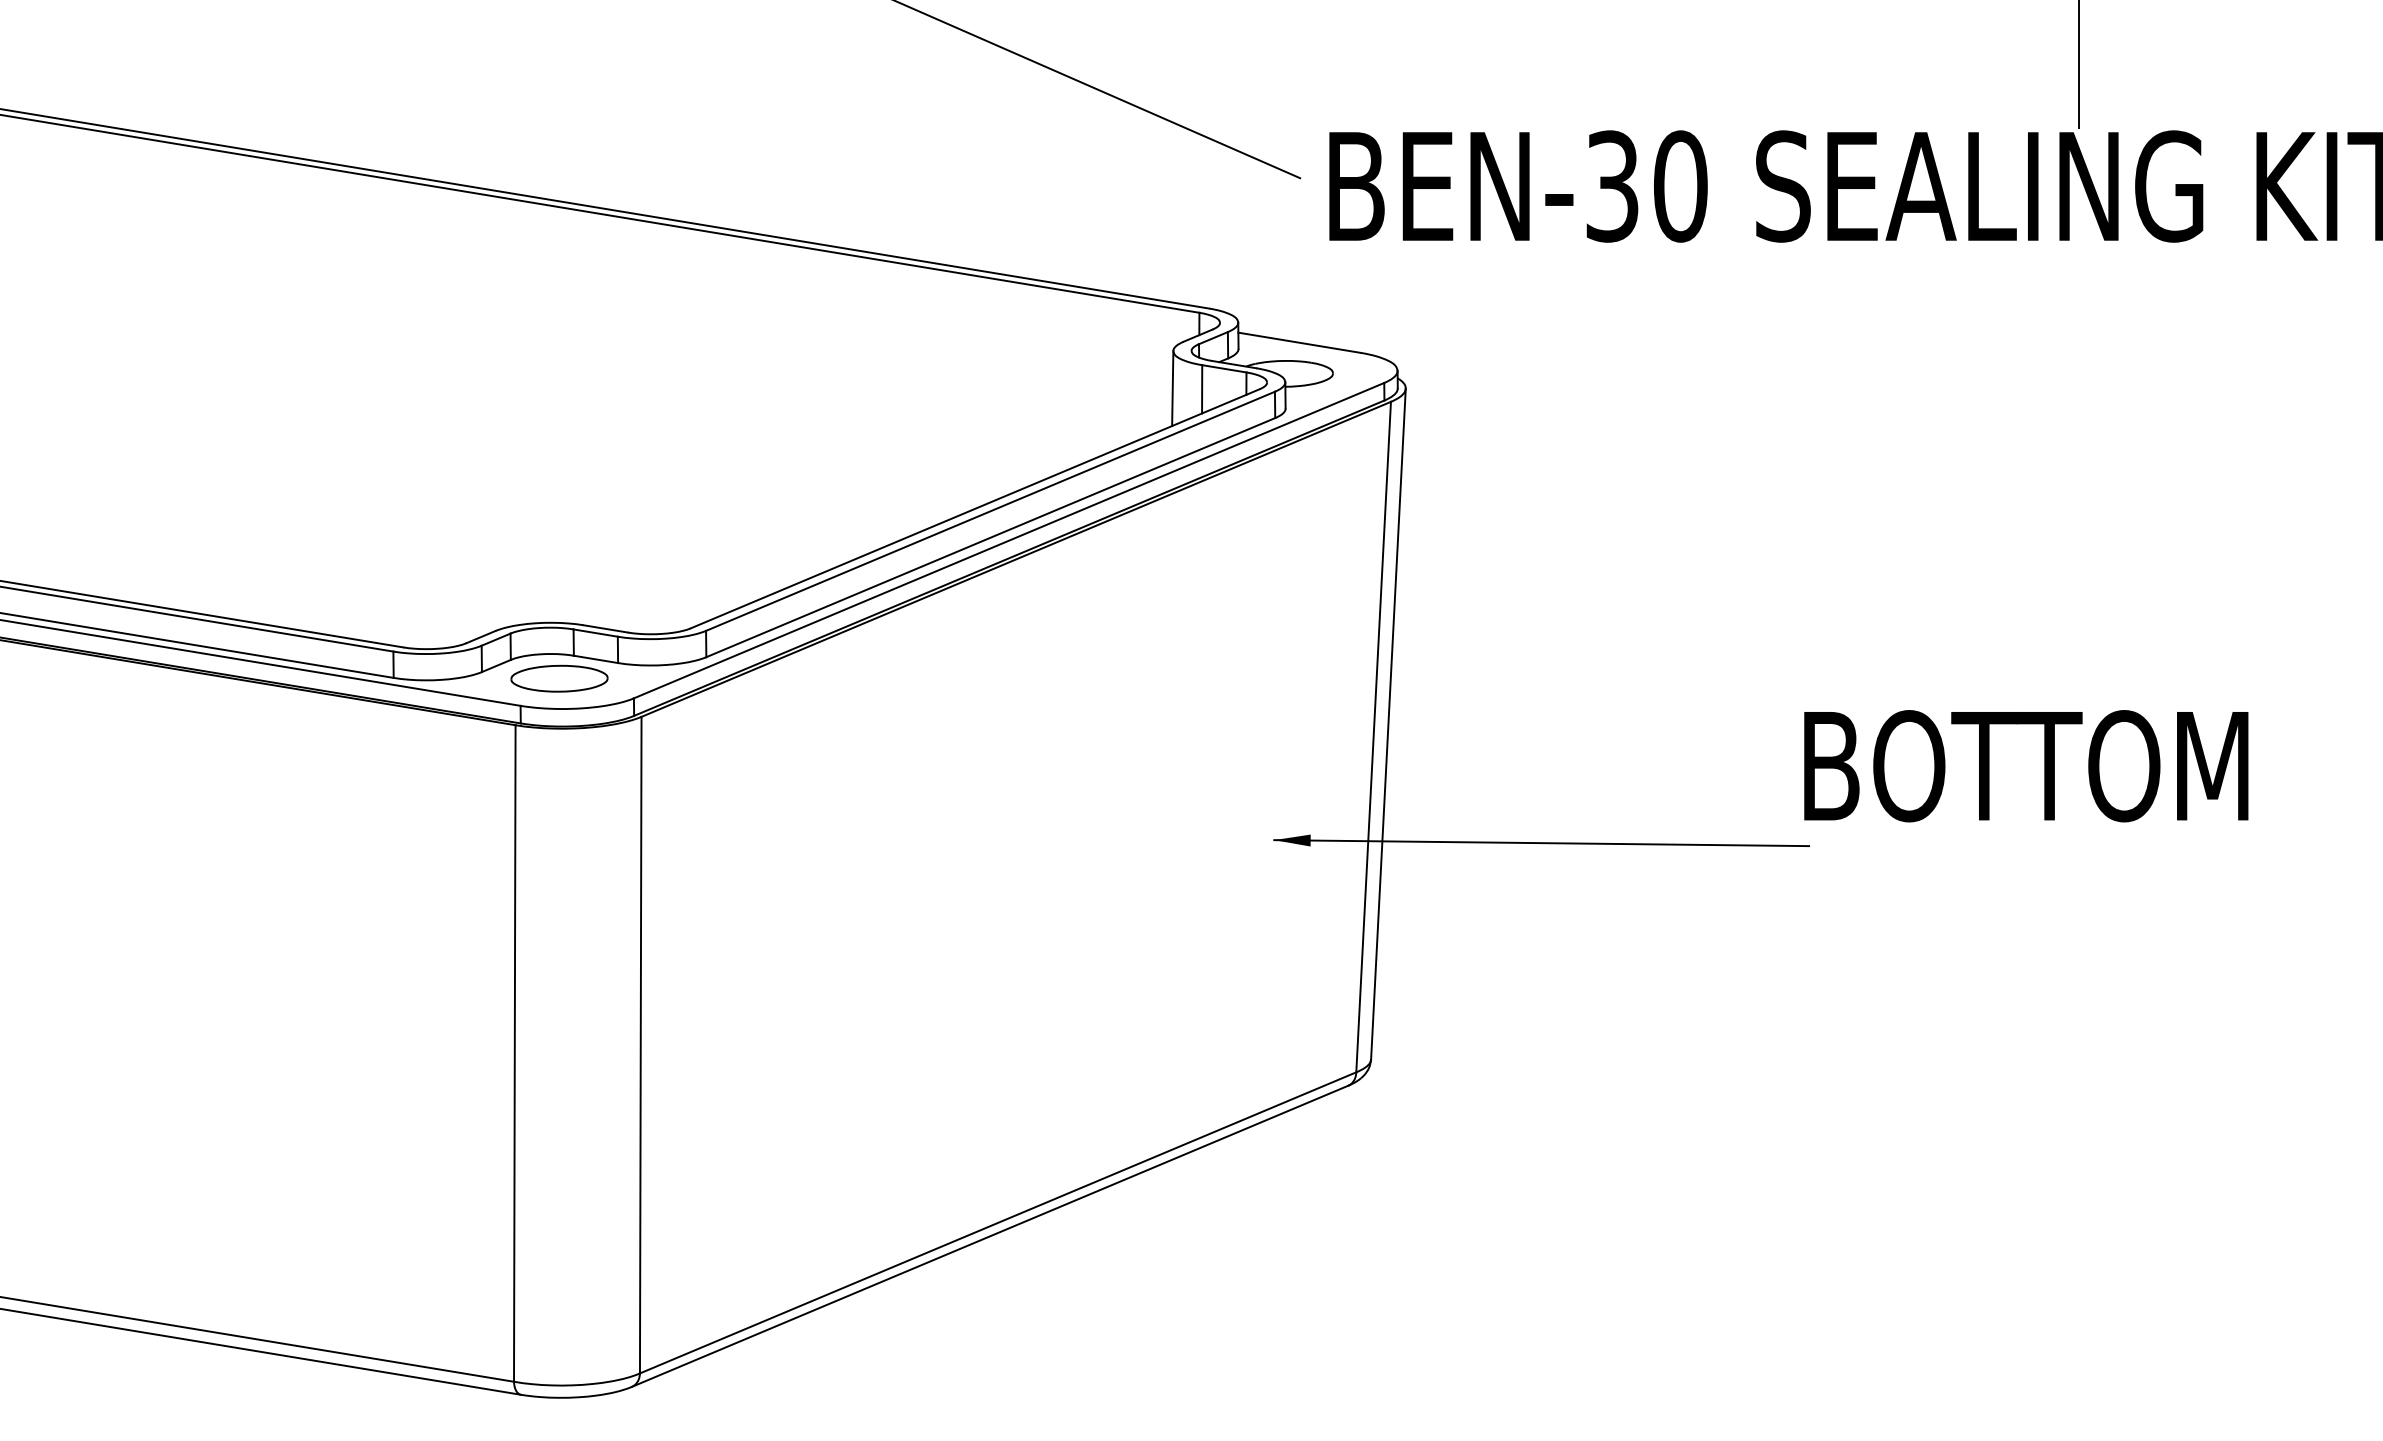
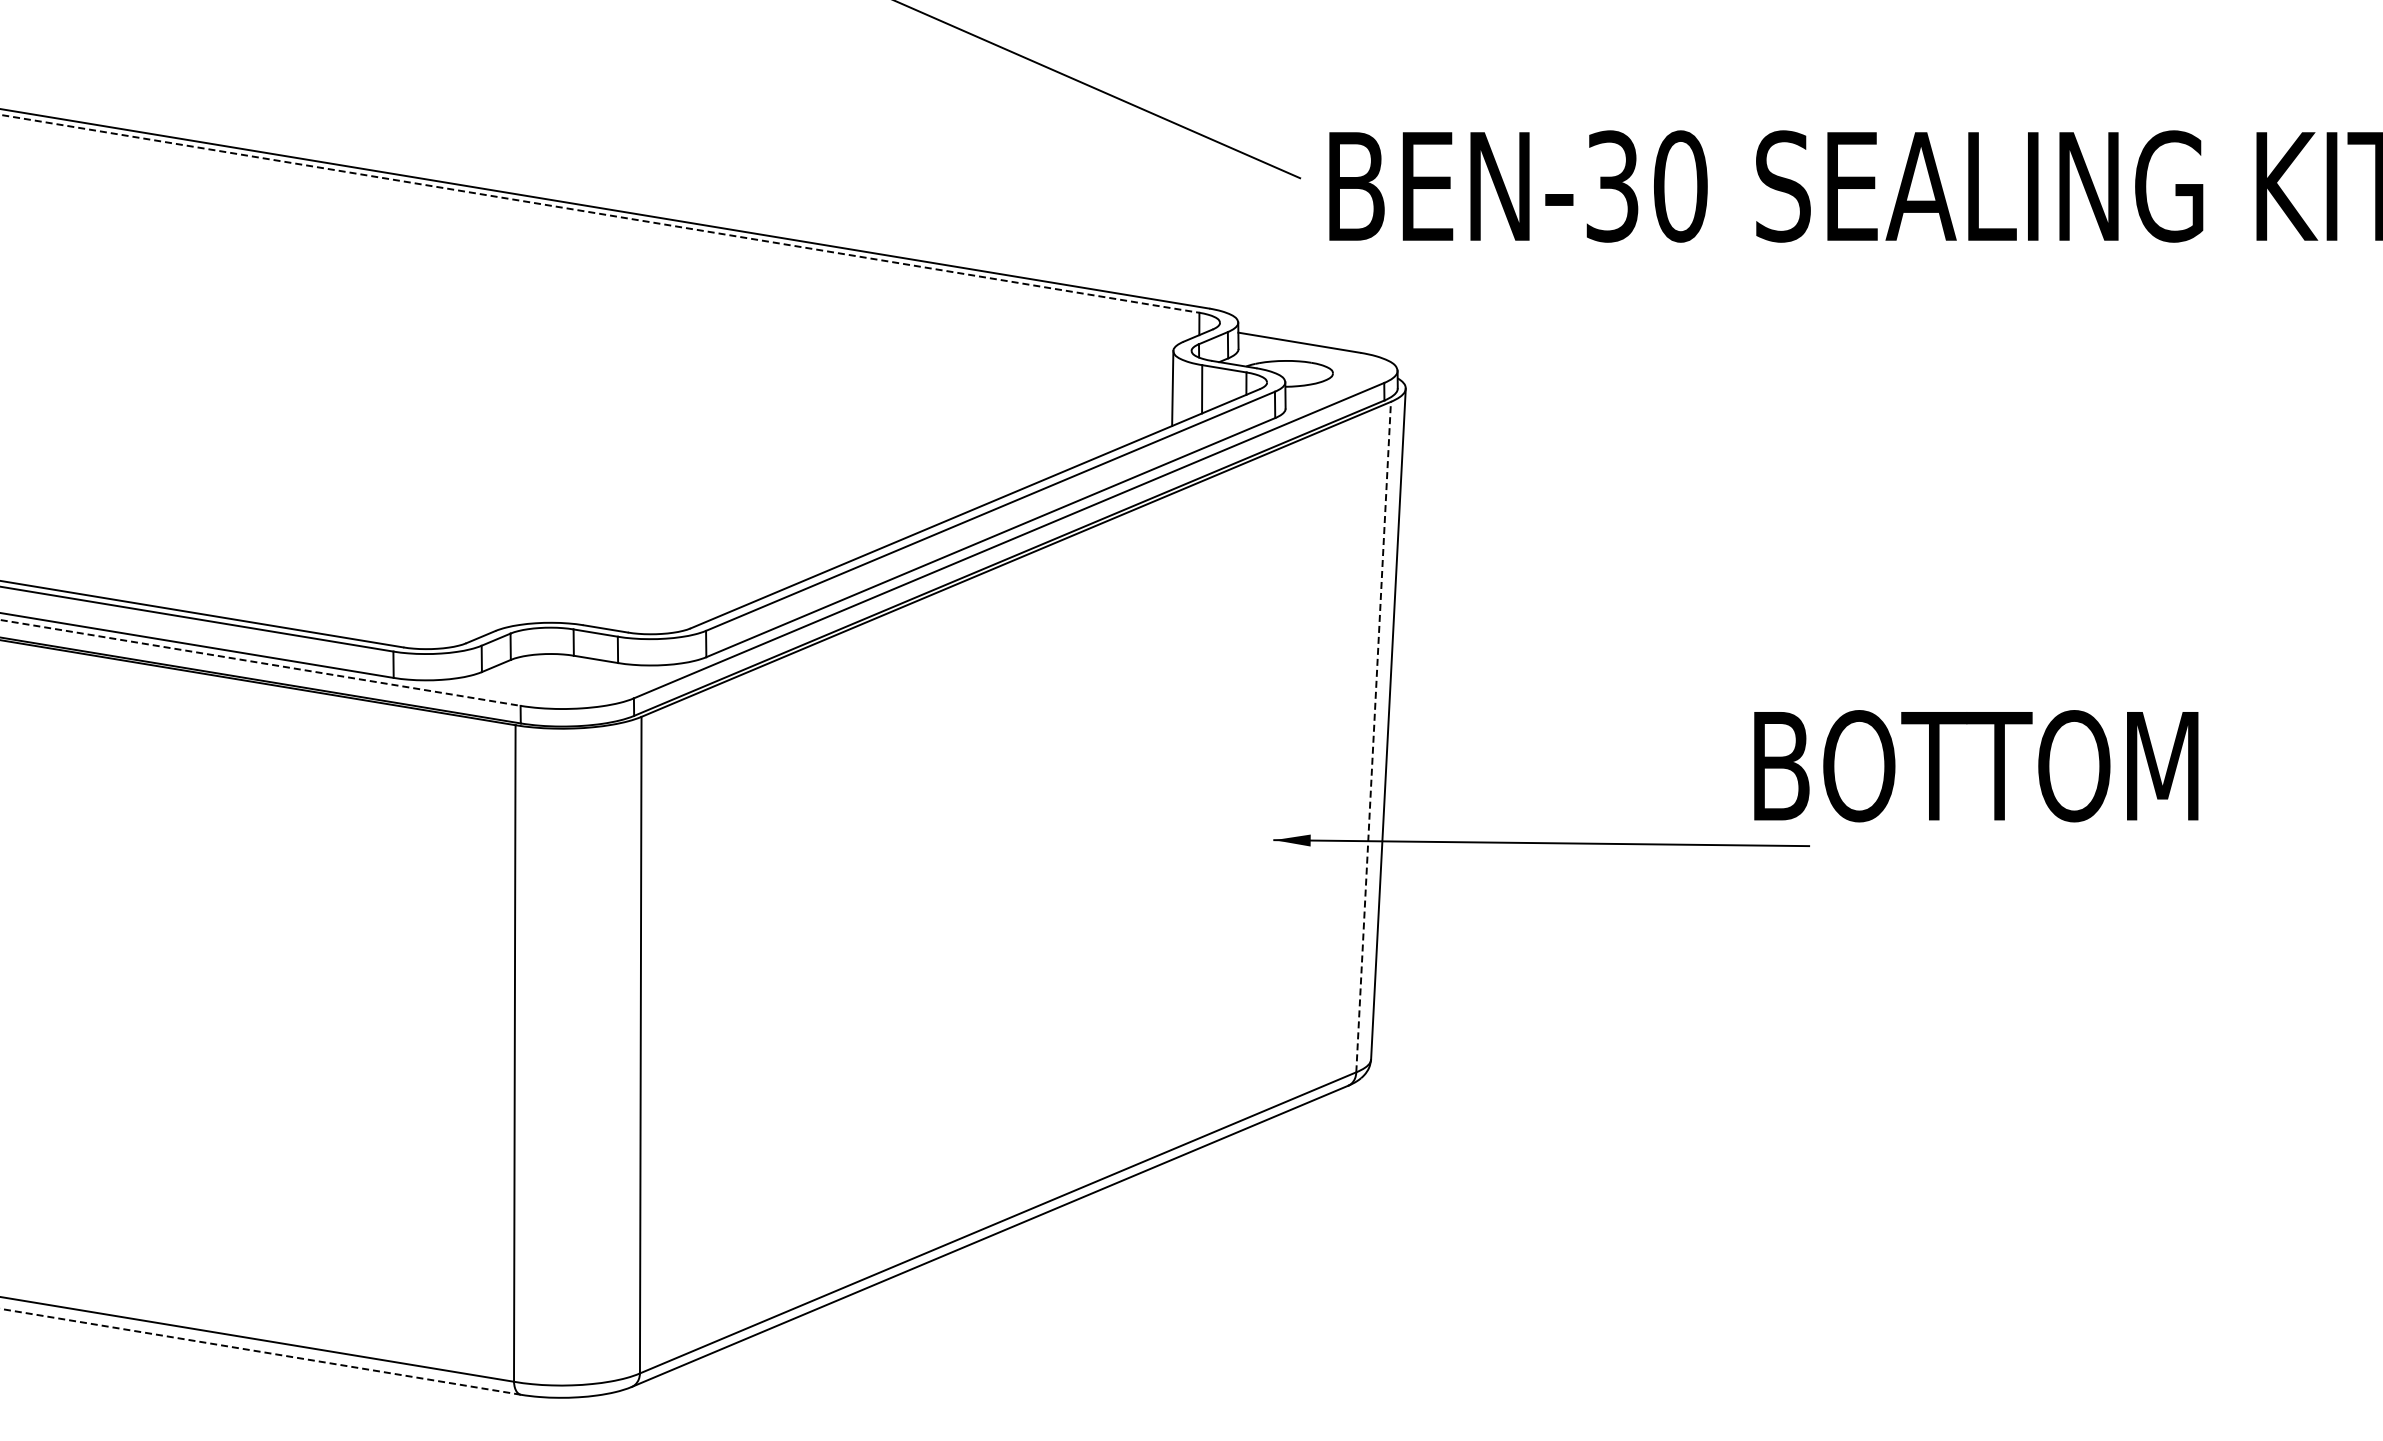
line at (2079, 65): present -> none
line at (599, 213): solid -> dashed
line at (261, 663): solid -> dashed
part at (559, 678): present -> none
line at (1373, 737): solid -> dashed
text at (2026, 766) position: (2026, 766) -> (1976, 766)
line at (260, 1351): solid -> dashed
